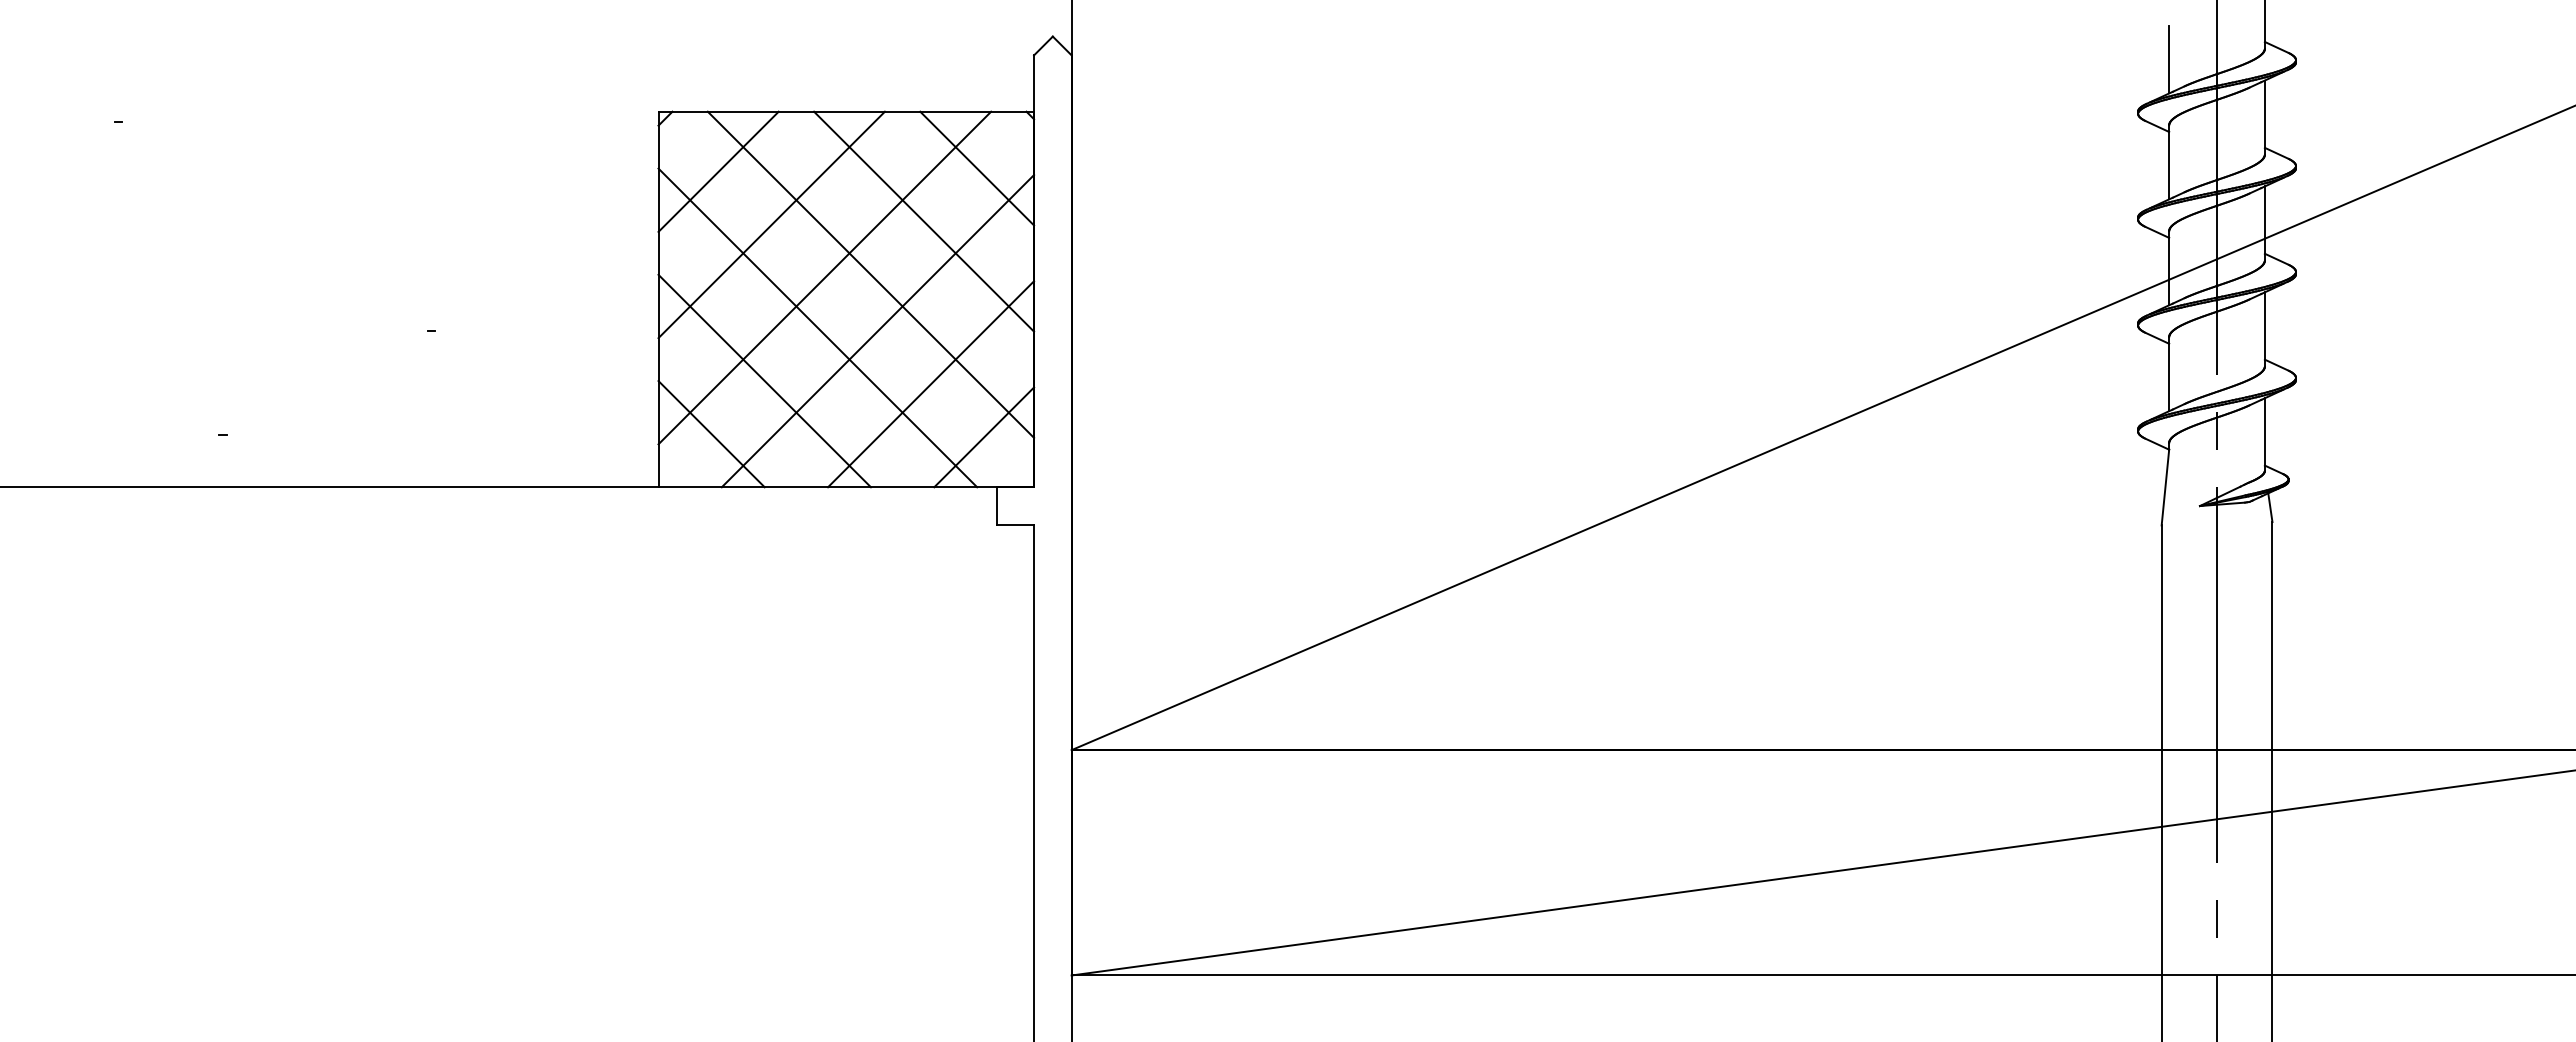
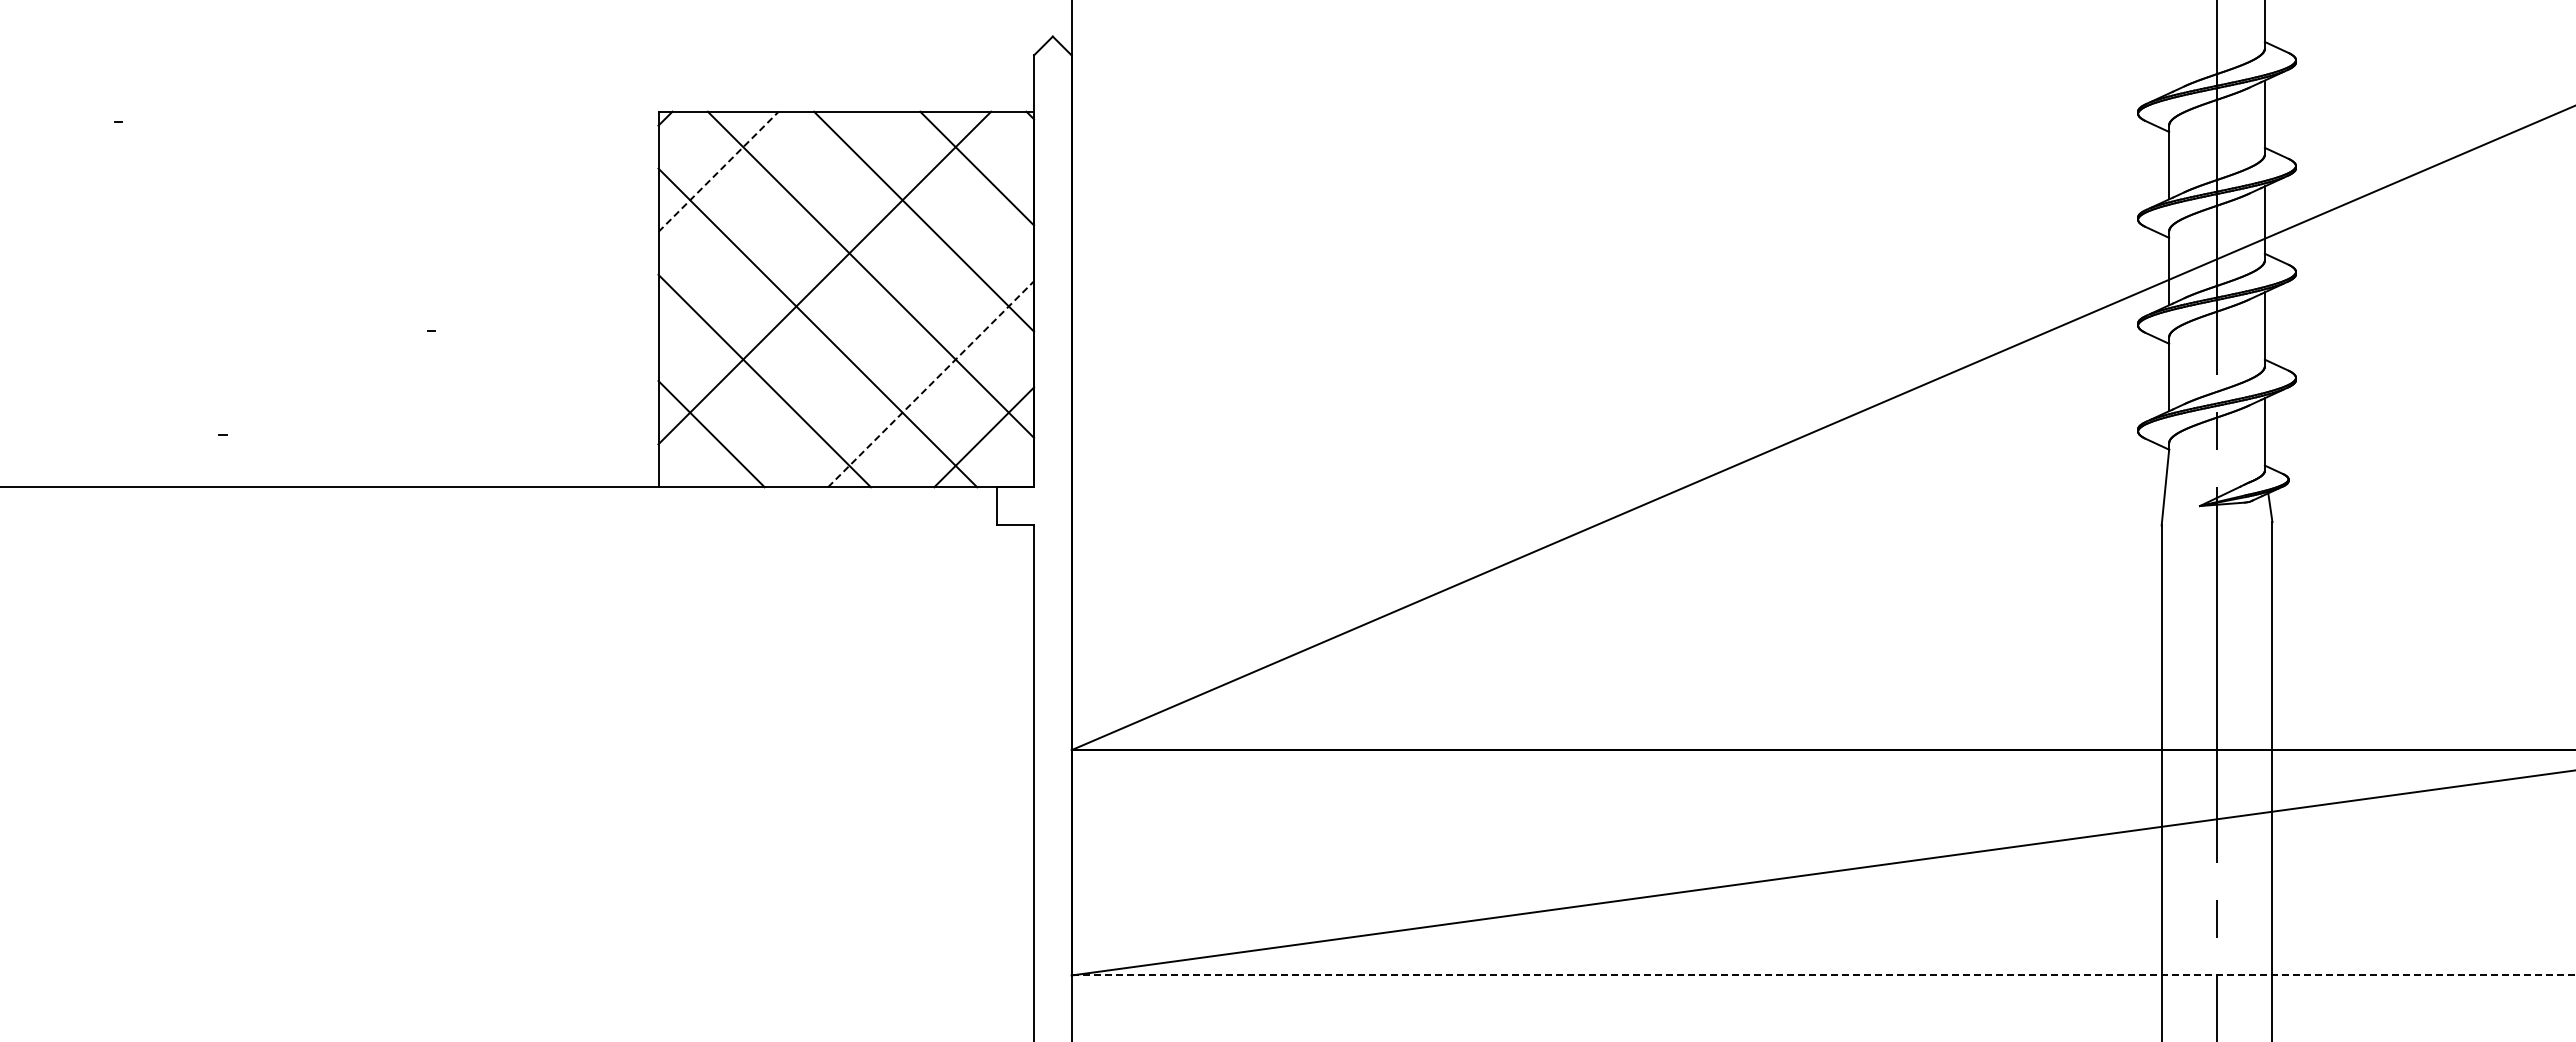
line at (2169, 59): present -> none
line at (718, 171): solid -> dashed
line at (771, 224): present -> none
line at (877, 331): present -> none
line at (931, 384): solid -> dashed
line at (1823, 975): solid -> dashed
